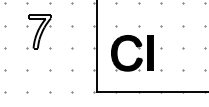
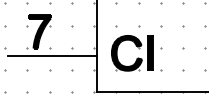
fill at (39, 31): none -> present
line at (52, 56): none -> present
